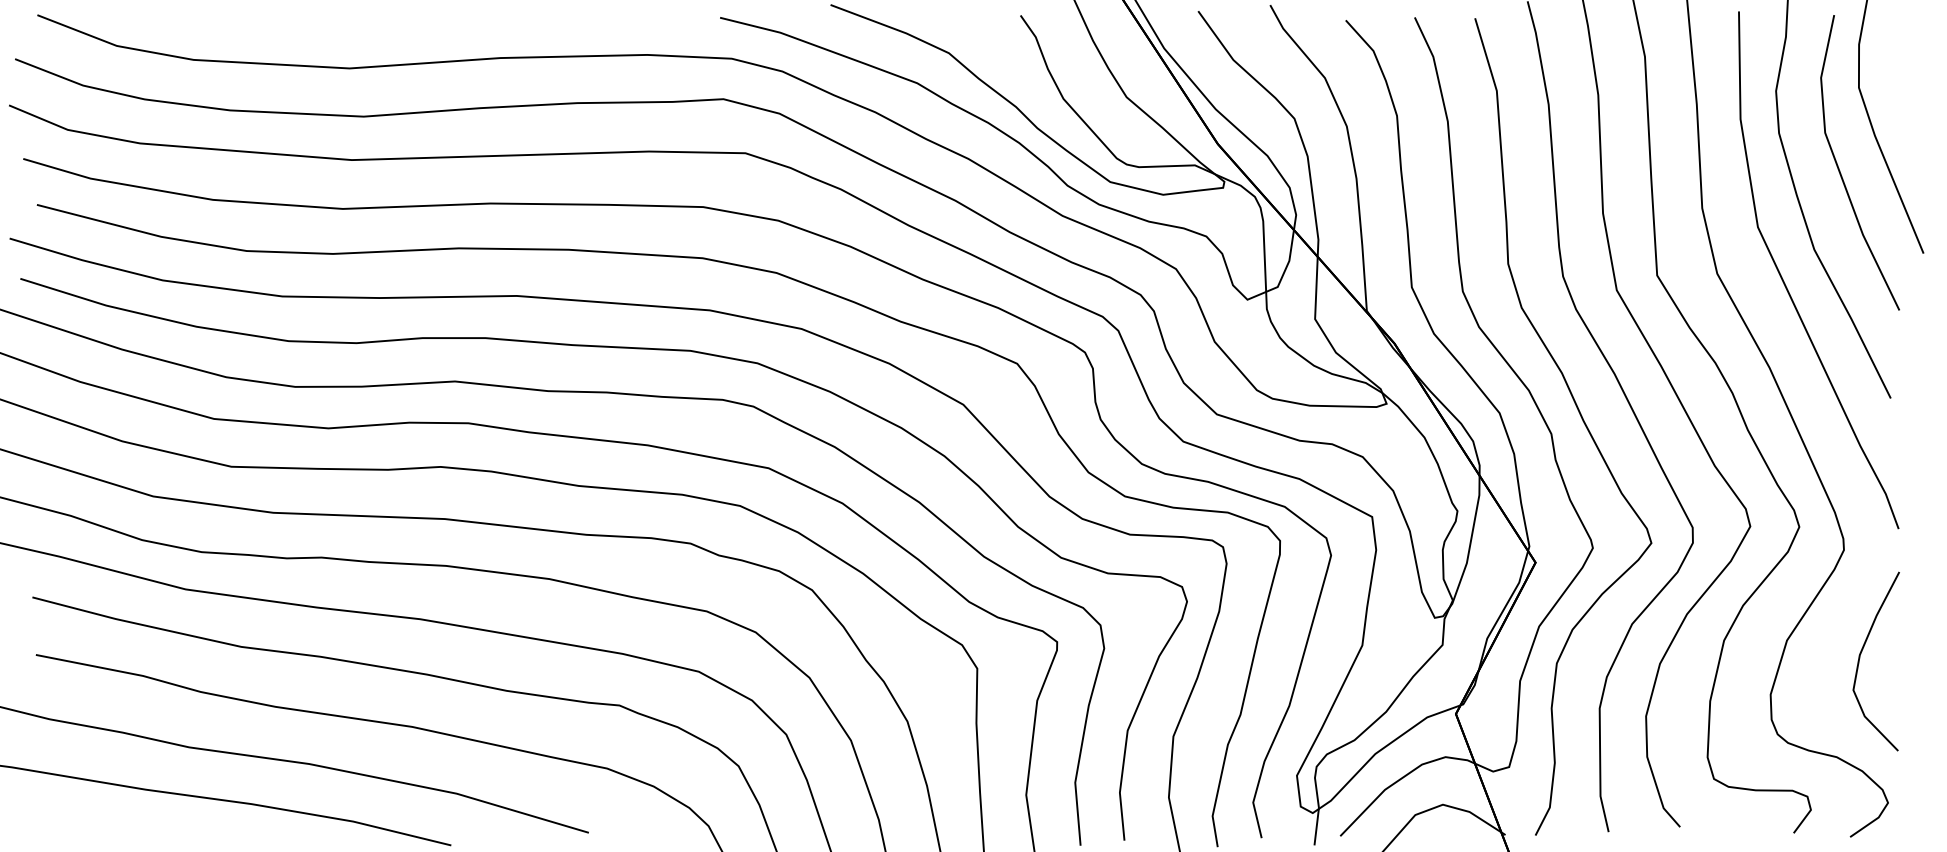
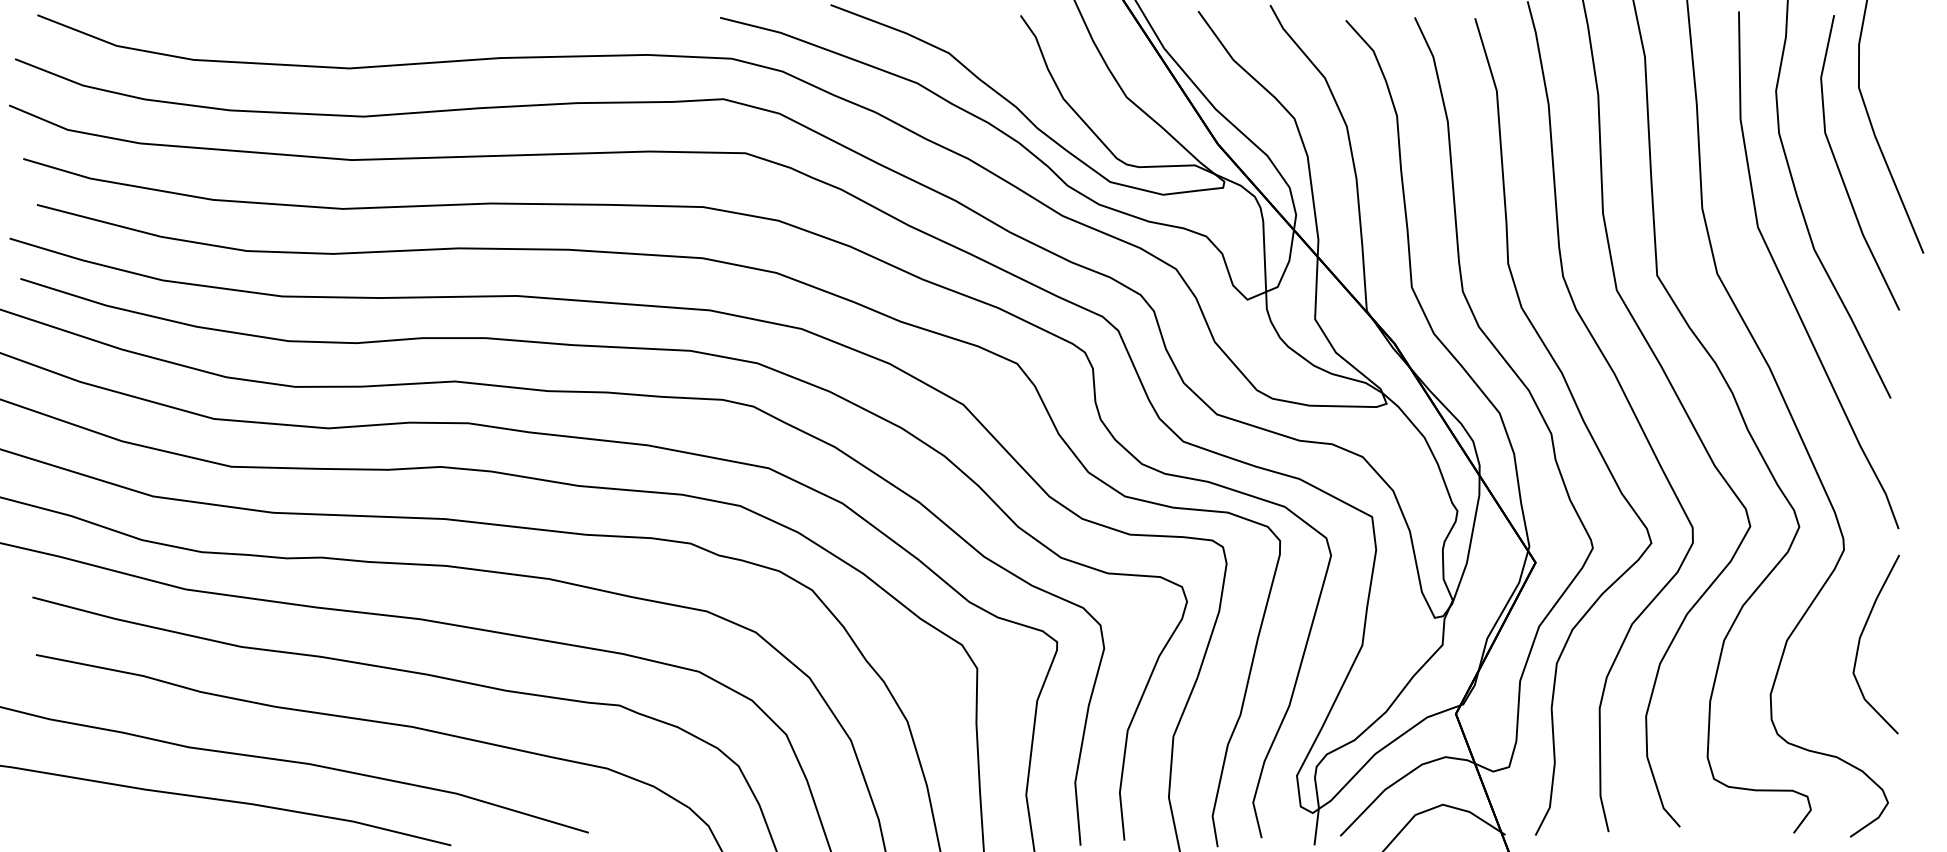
curve at (1860, 658) position: (1860, 658) -> (1860, 641)
